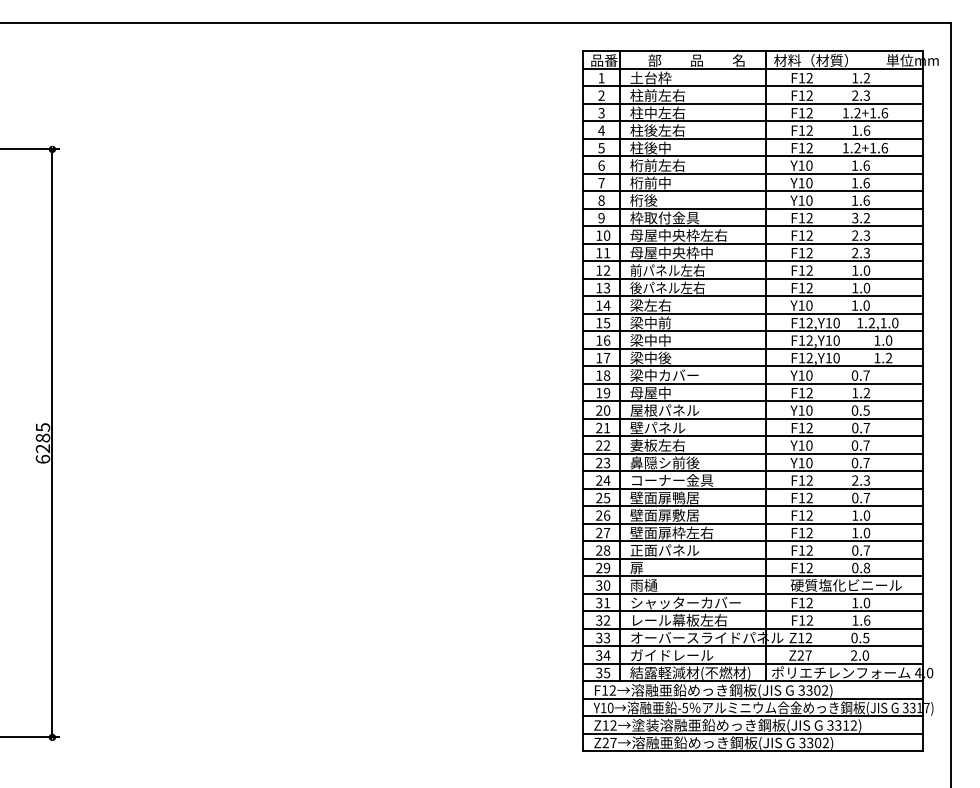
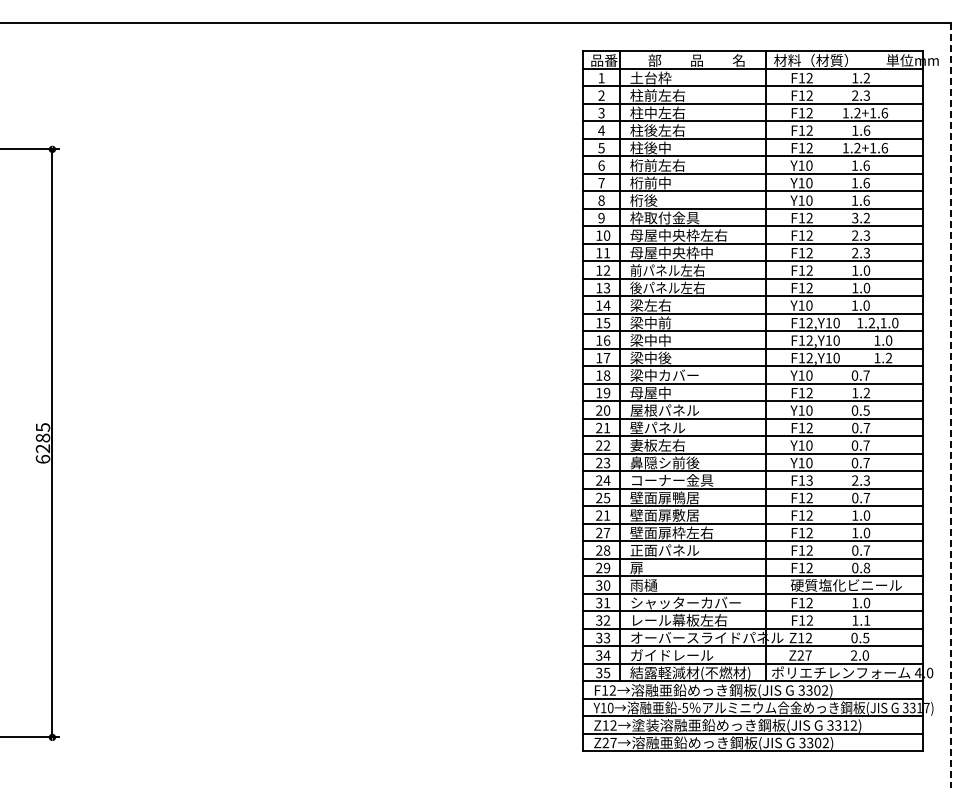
line at (950, 405): solid -> dashed
text at (809, 480): F12 -> F13
text at (607, 515): 26 -> 21
text at (867, 620): 1.6 -> 1.1
